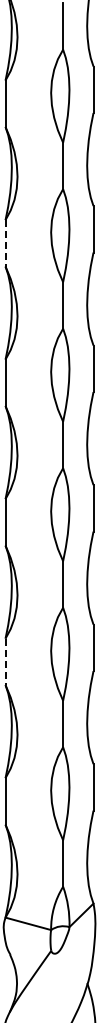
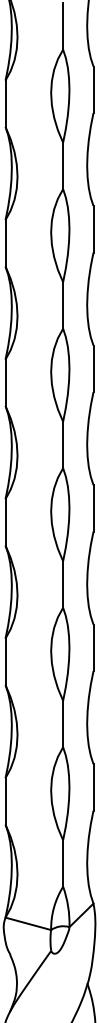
line at (5, 243): dashed -> solid
line at (5, 662): dashed -> solid
